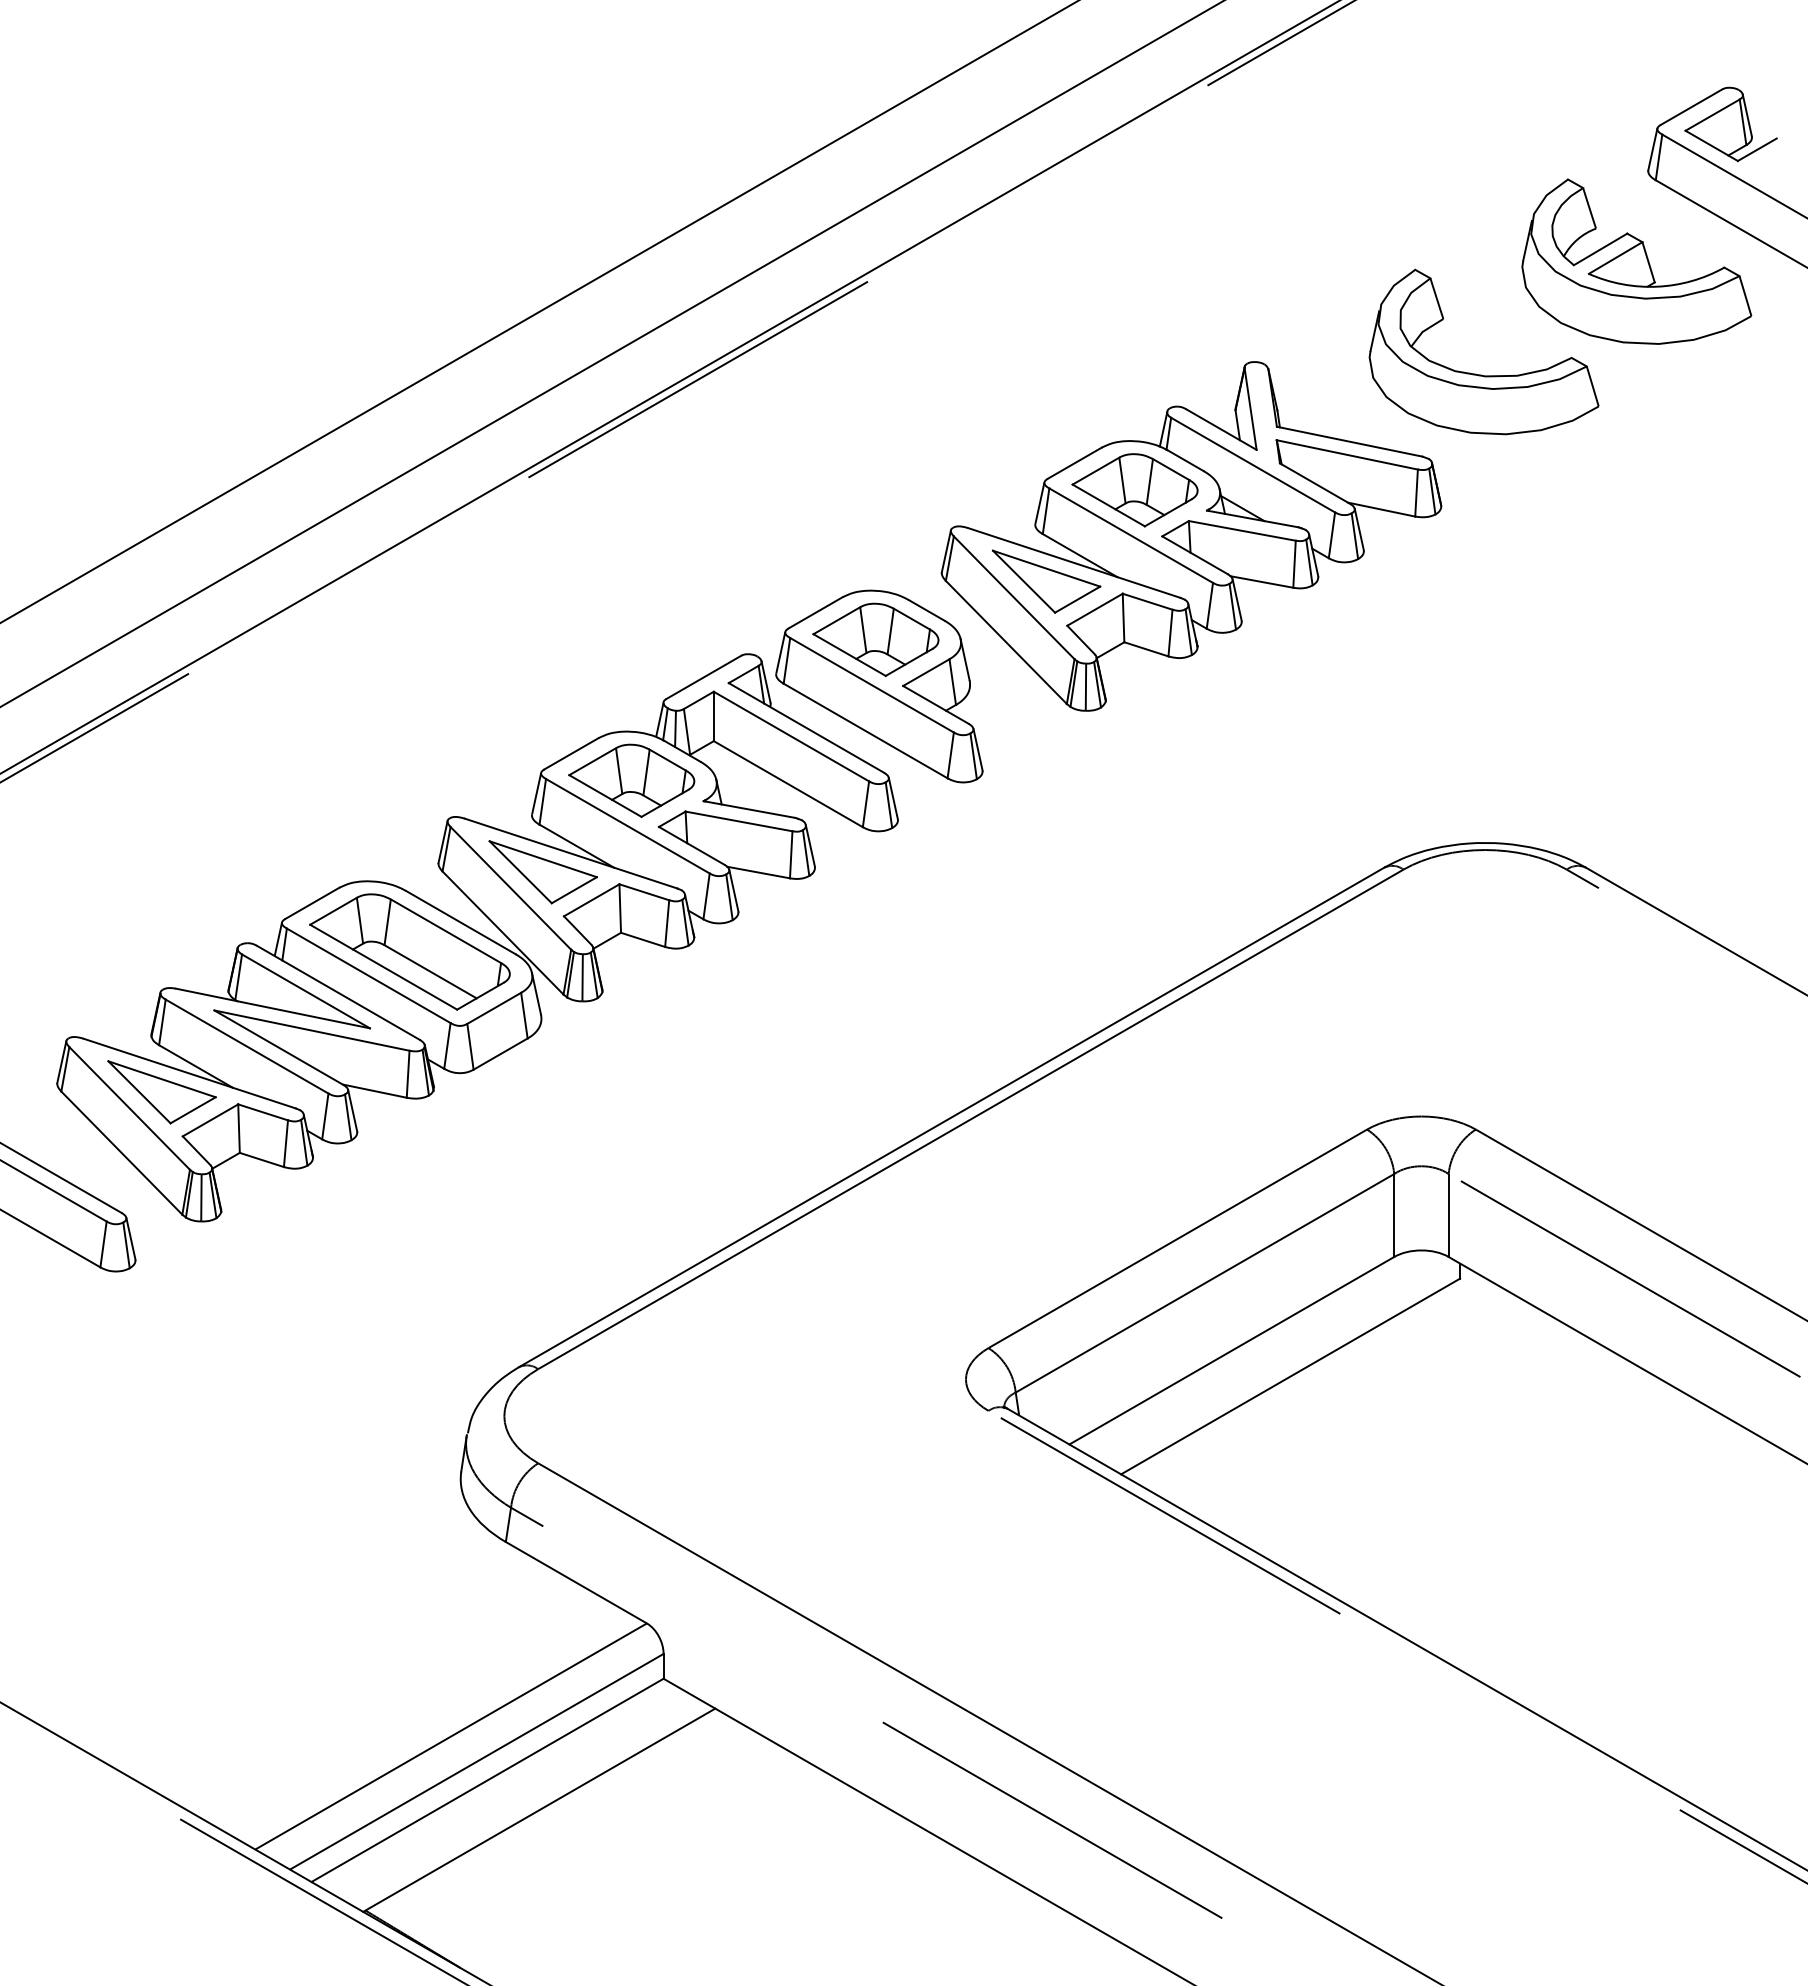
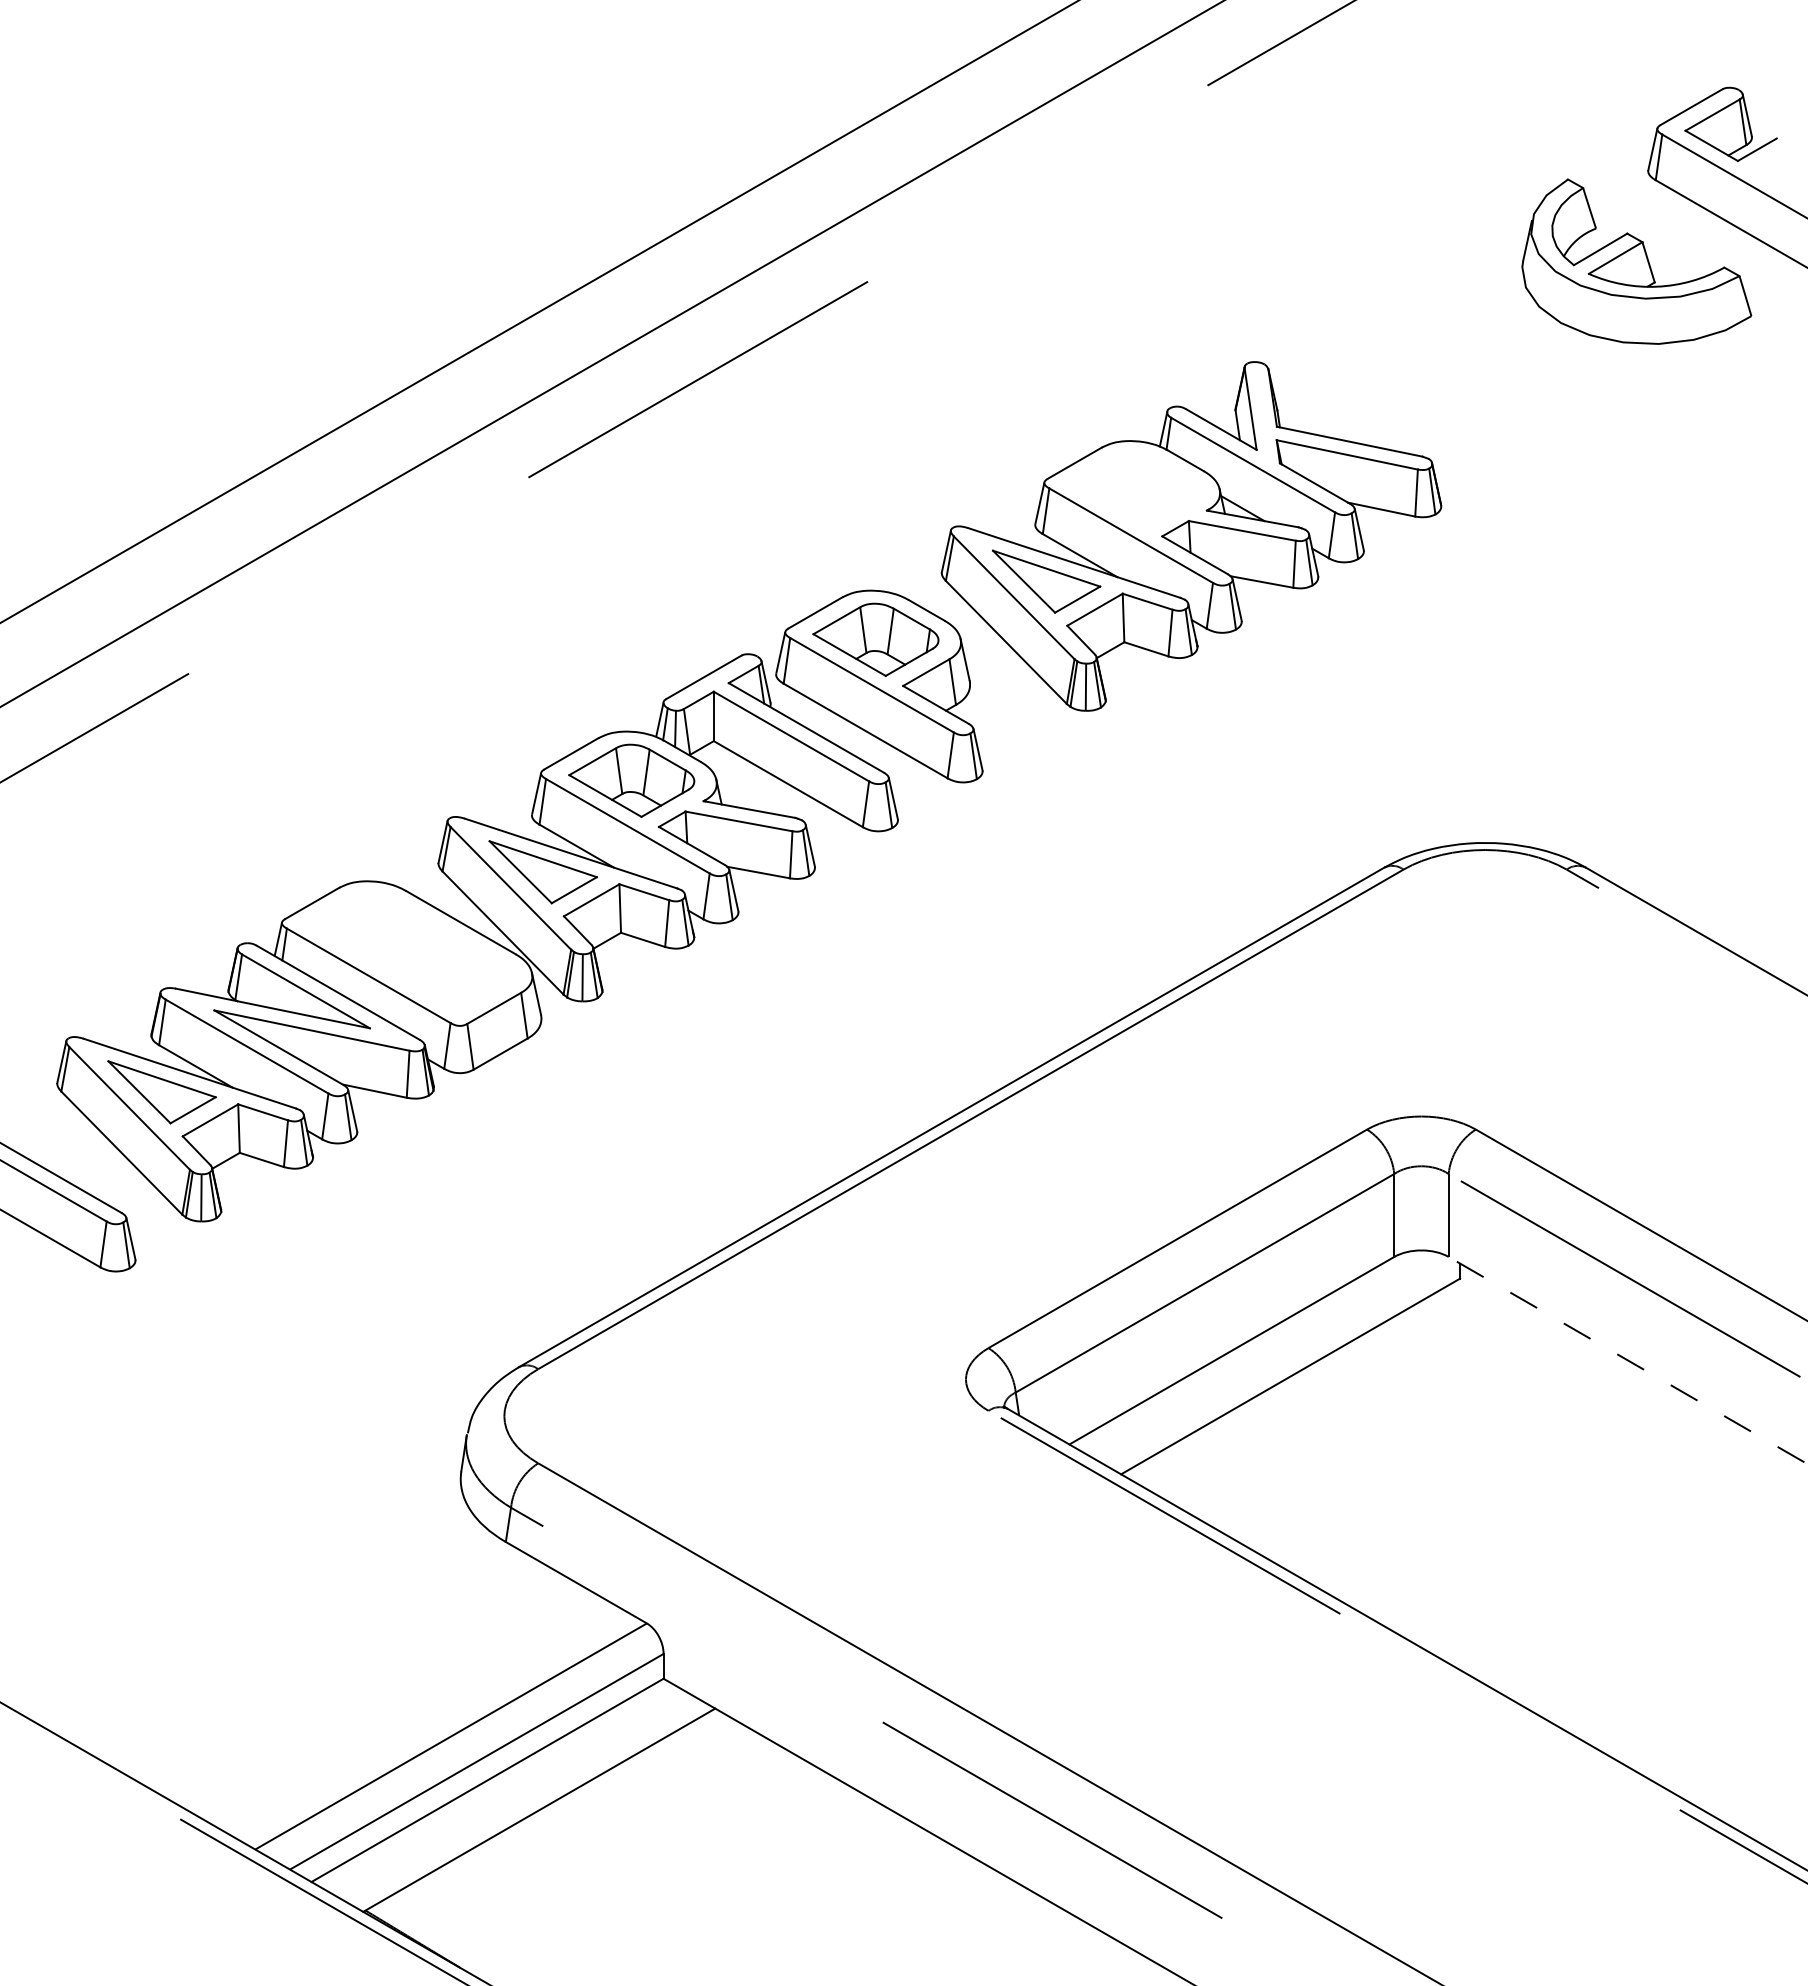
part at (1481, 374): present -> none
line at (669, 387): present -> none
part at (1134, 490): present -> none
part at (409, 951): present -> none
line at (1627, 1360): solid -> dashed
